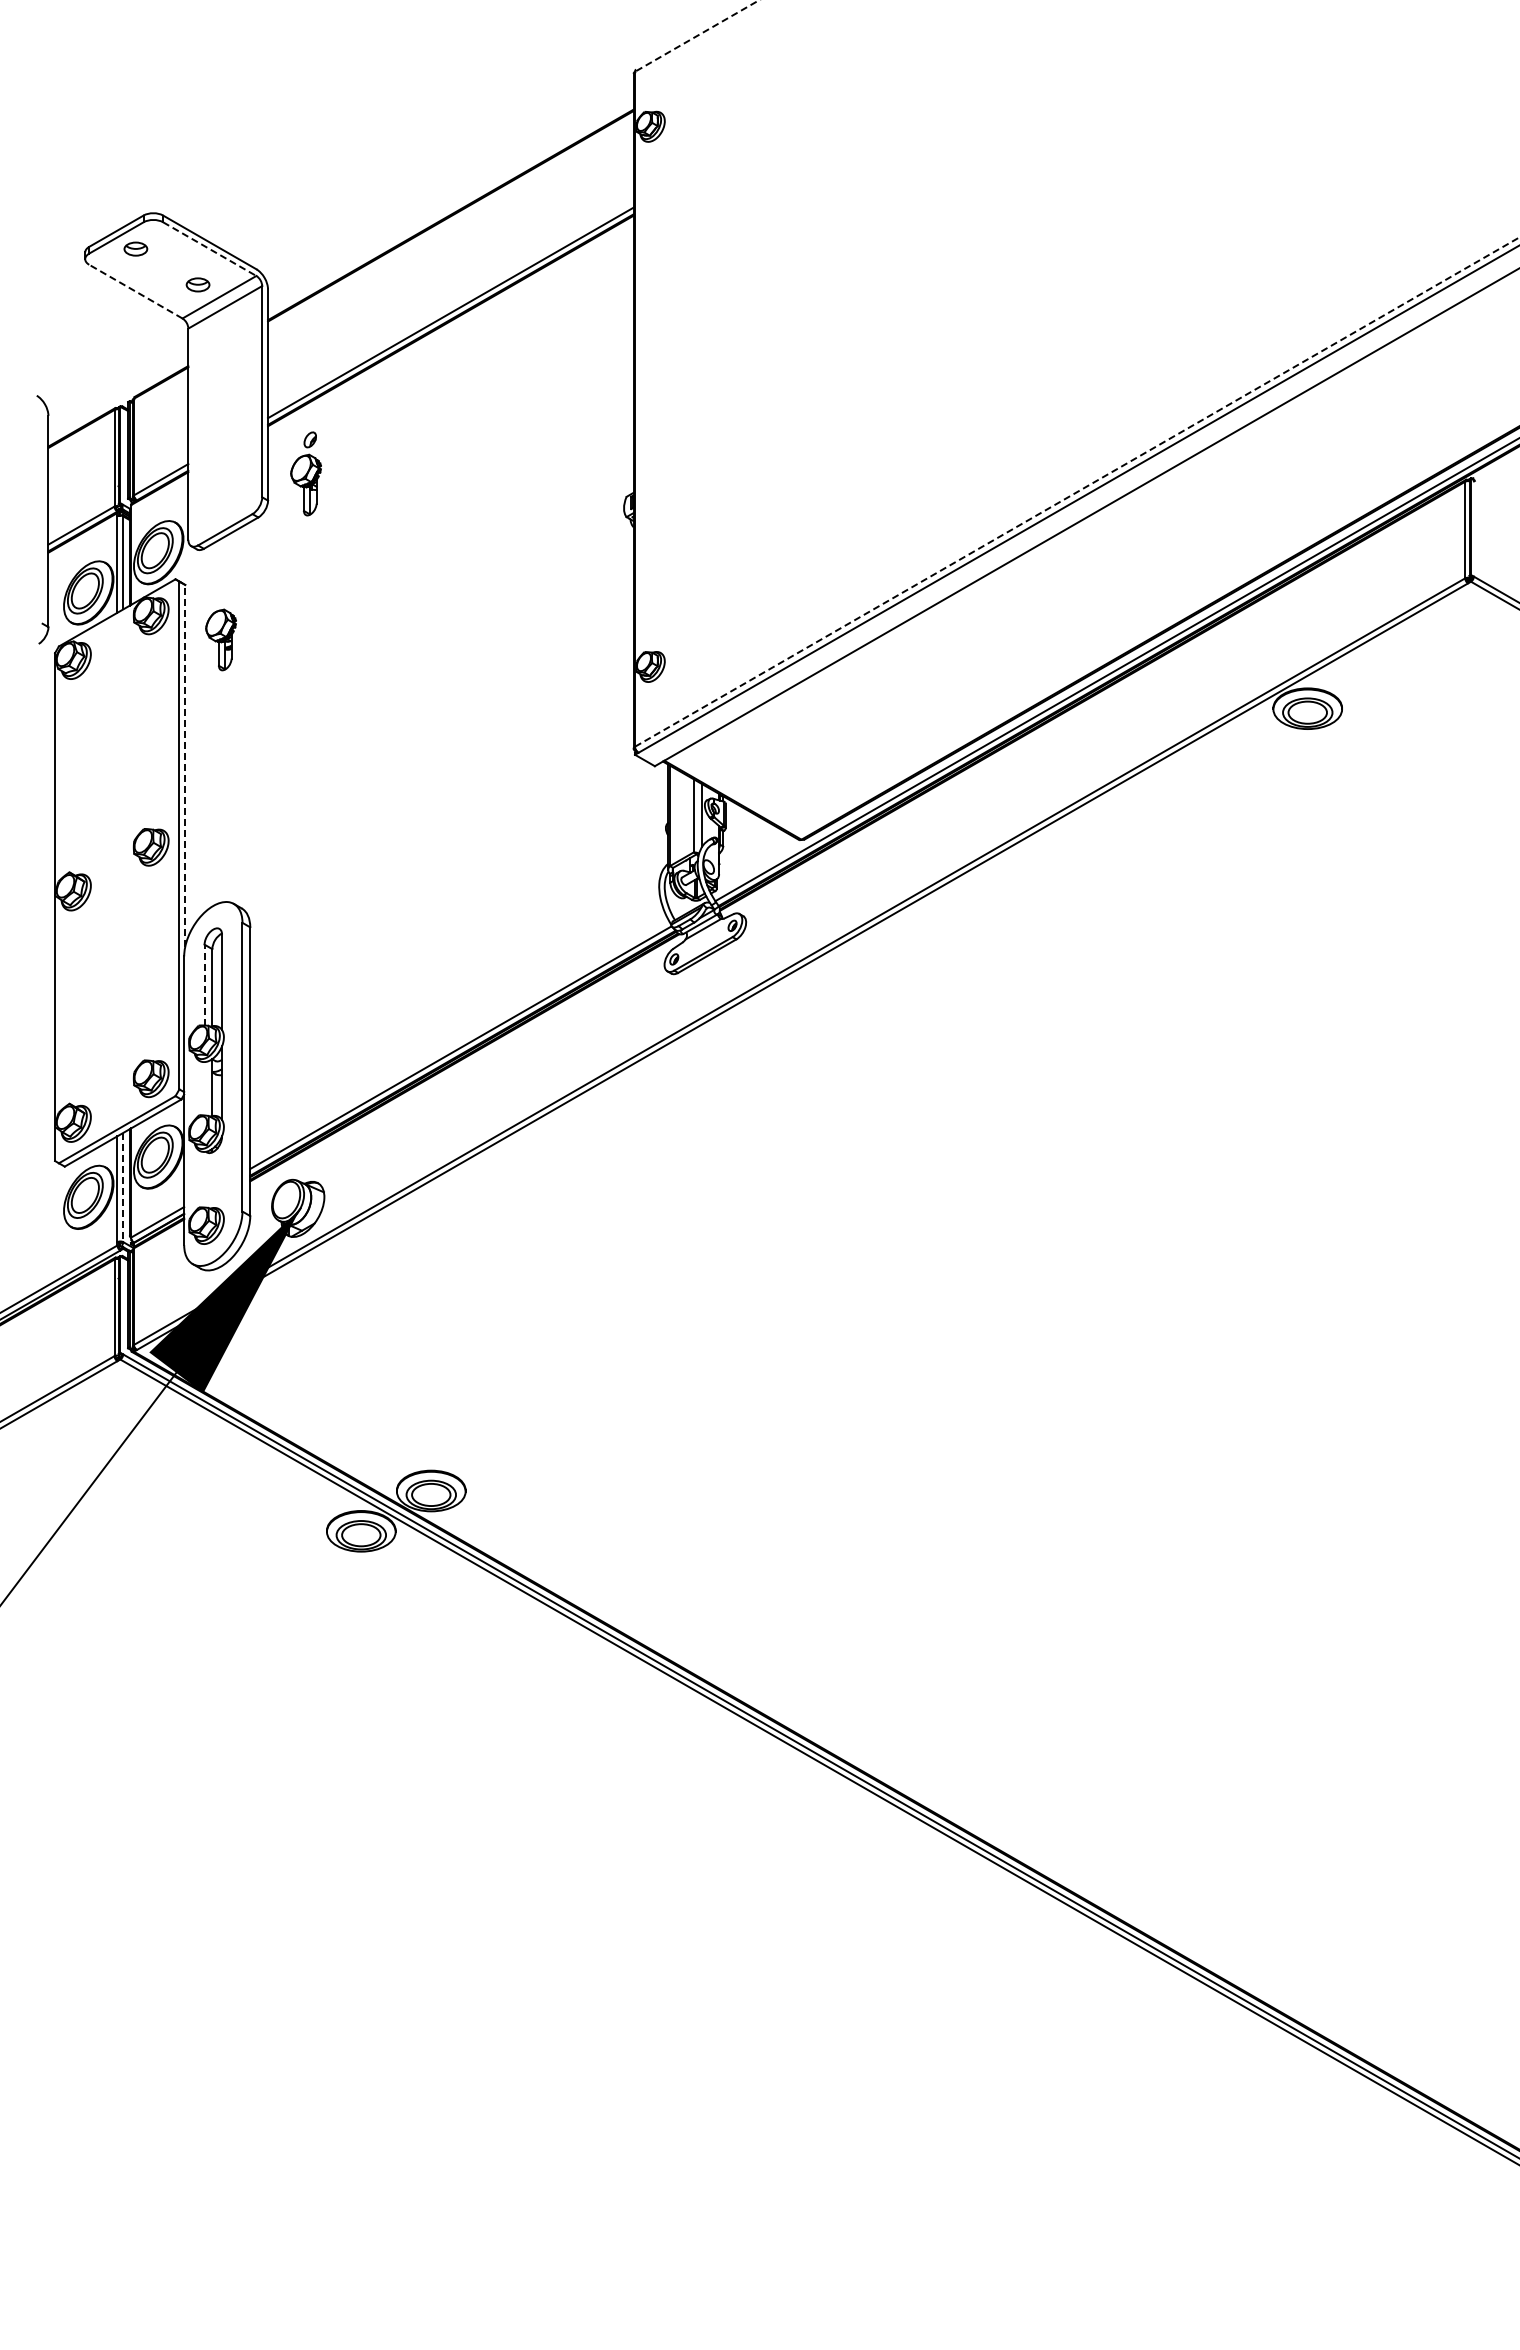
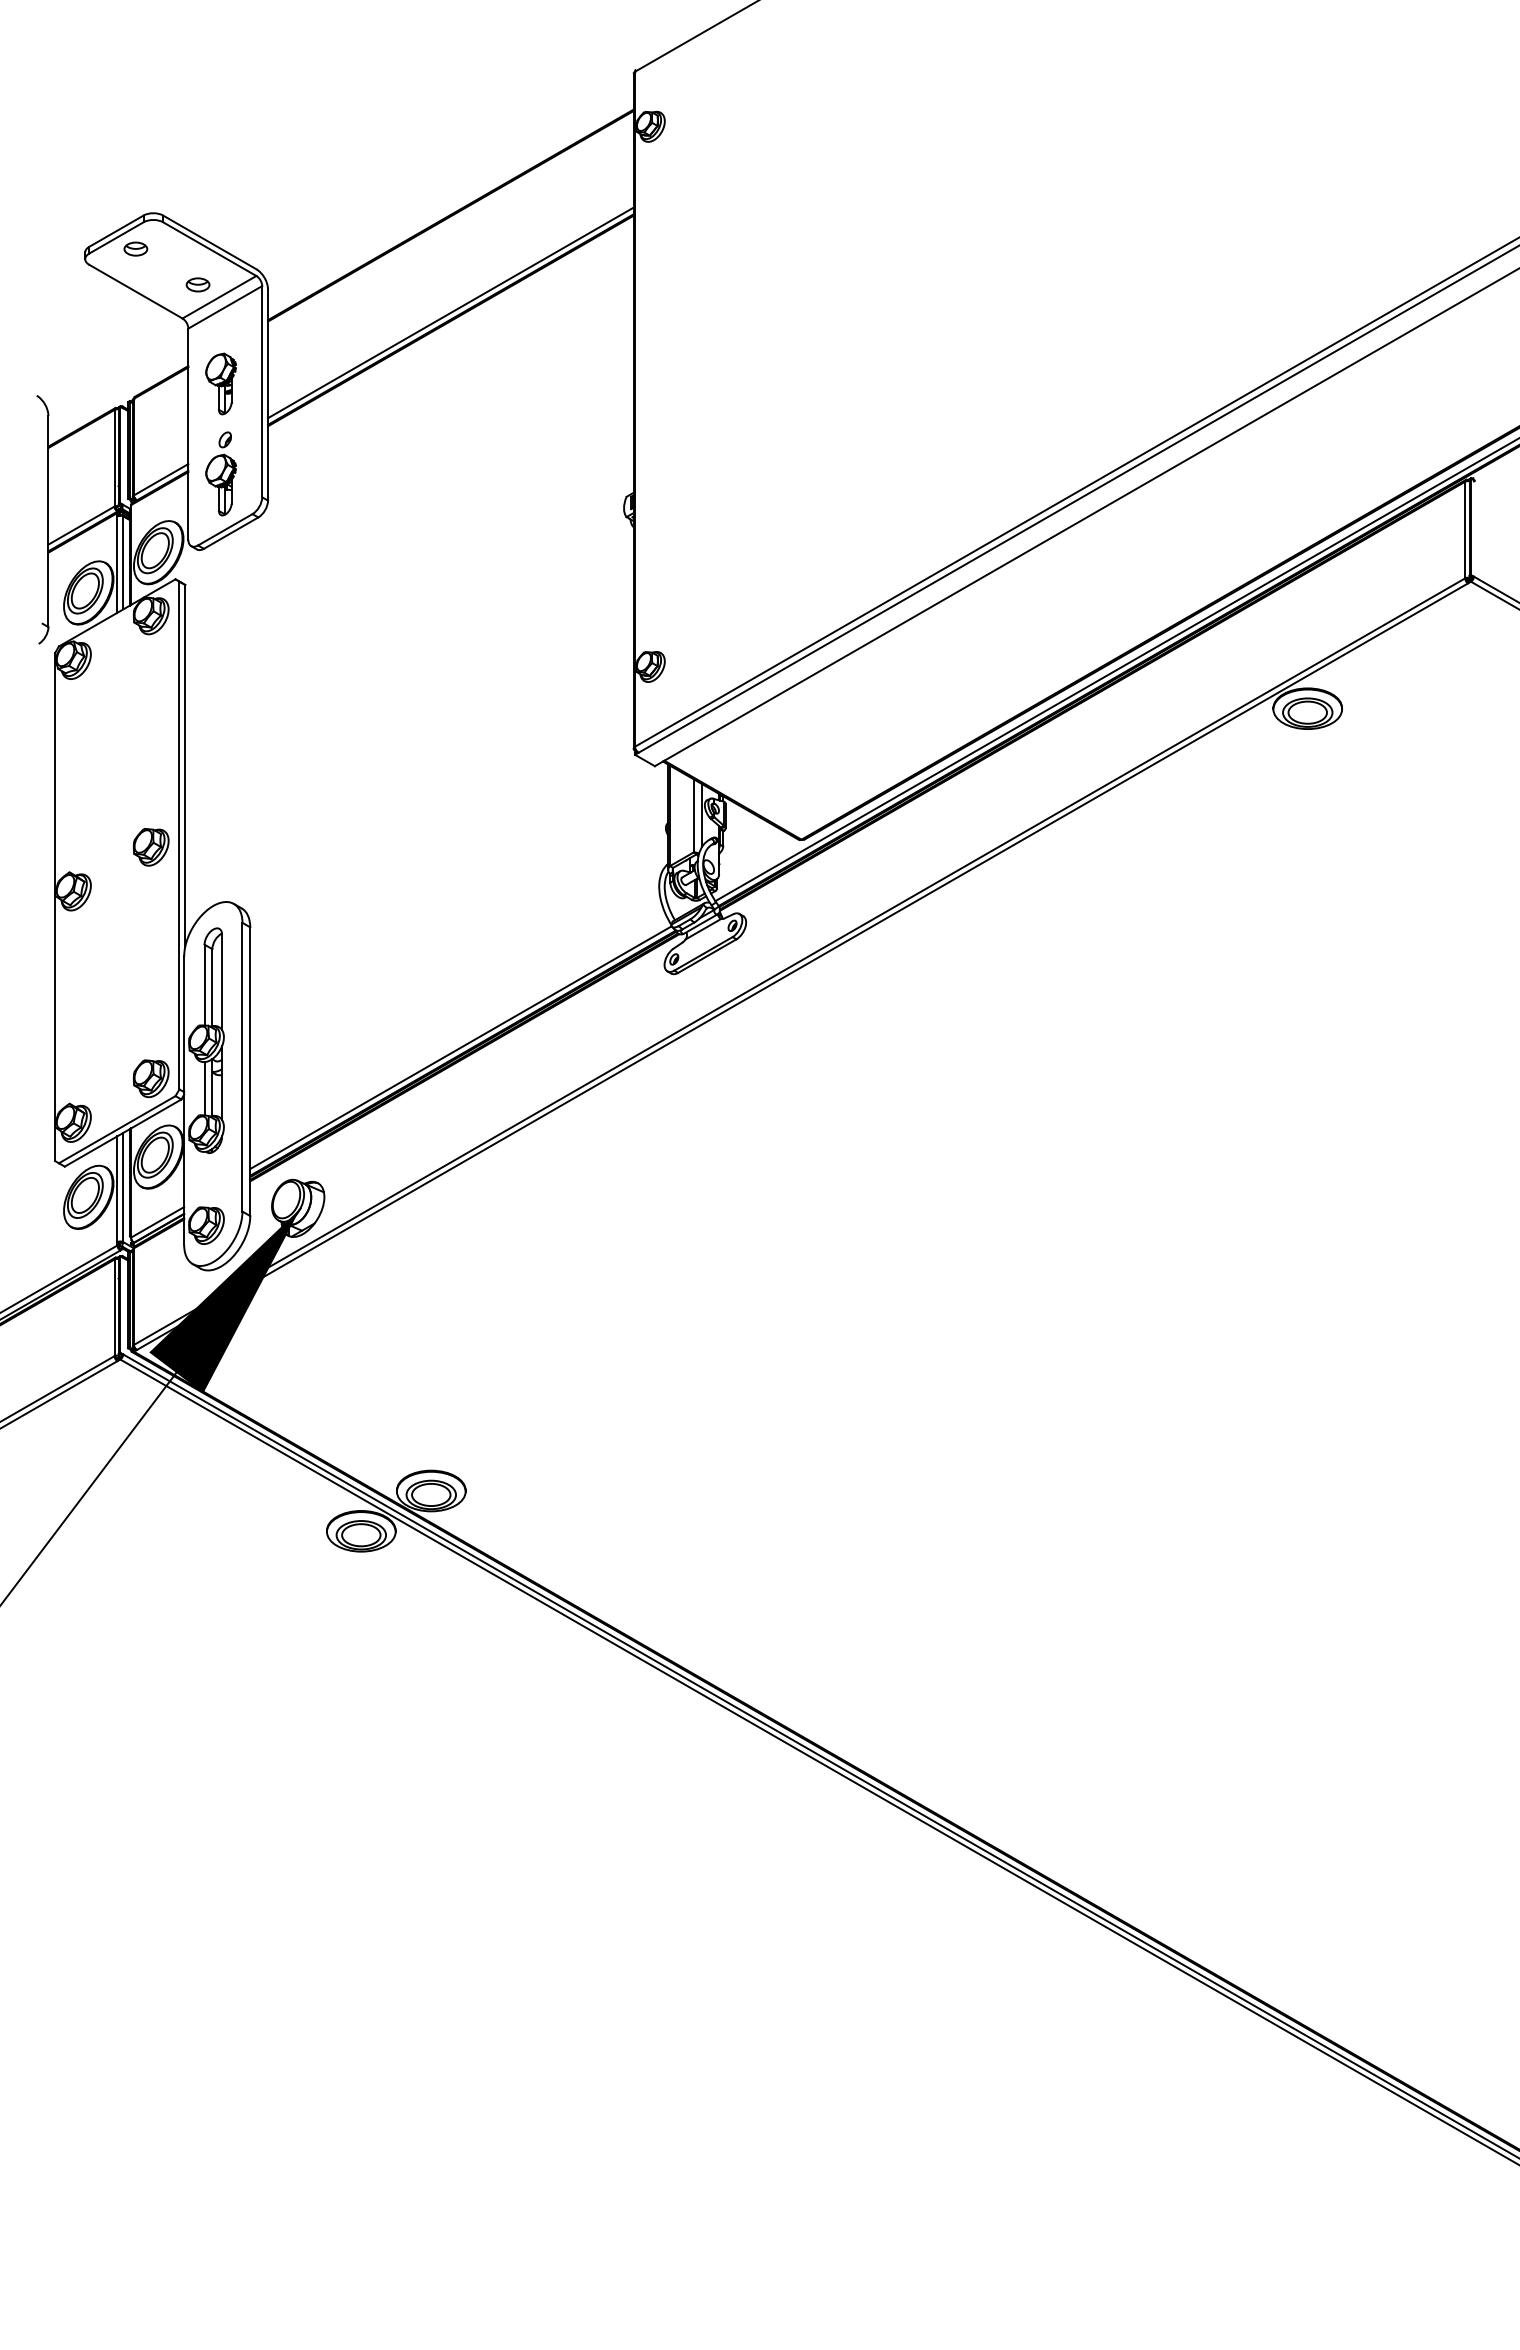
line at (696, 36): dashed -> solid
line at (209, 249): dashed -> solid
line at (135, 291): dashed -> solid
part at (305, 473) position: (305, 473) -> (220, 473)
line at (1077, 491): dashed -> solid
part at (220, 639) position: (220, 639) -> (220, 383)
line at (185, 765): dashed -> solid
line at (204, 984): dashed -> solid
line at (204, 1088): none -> present
line at (123, 1187): dashed -> solid
